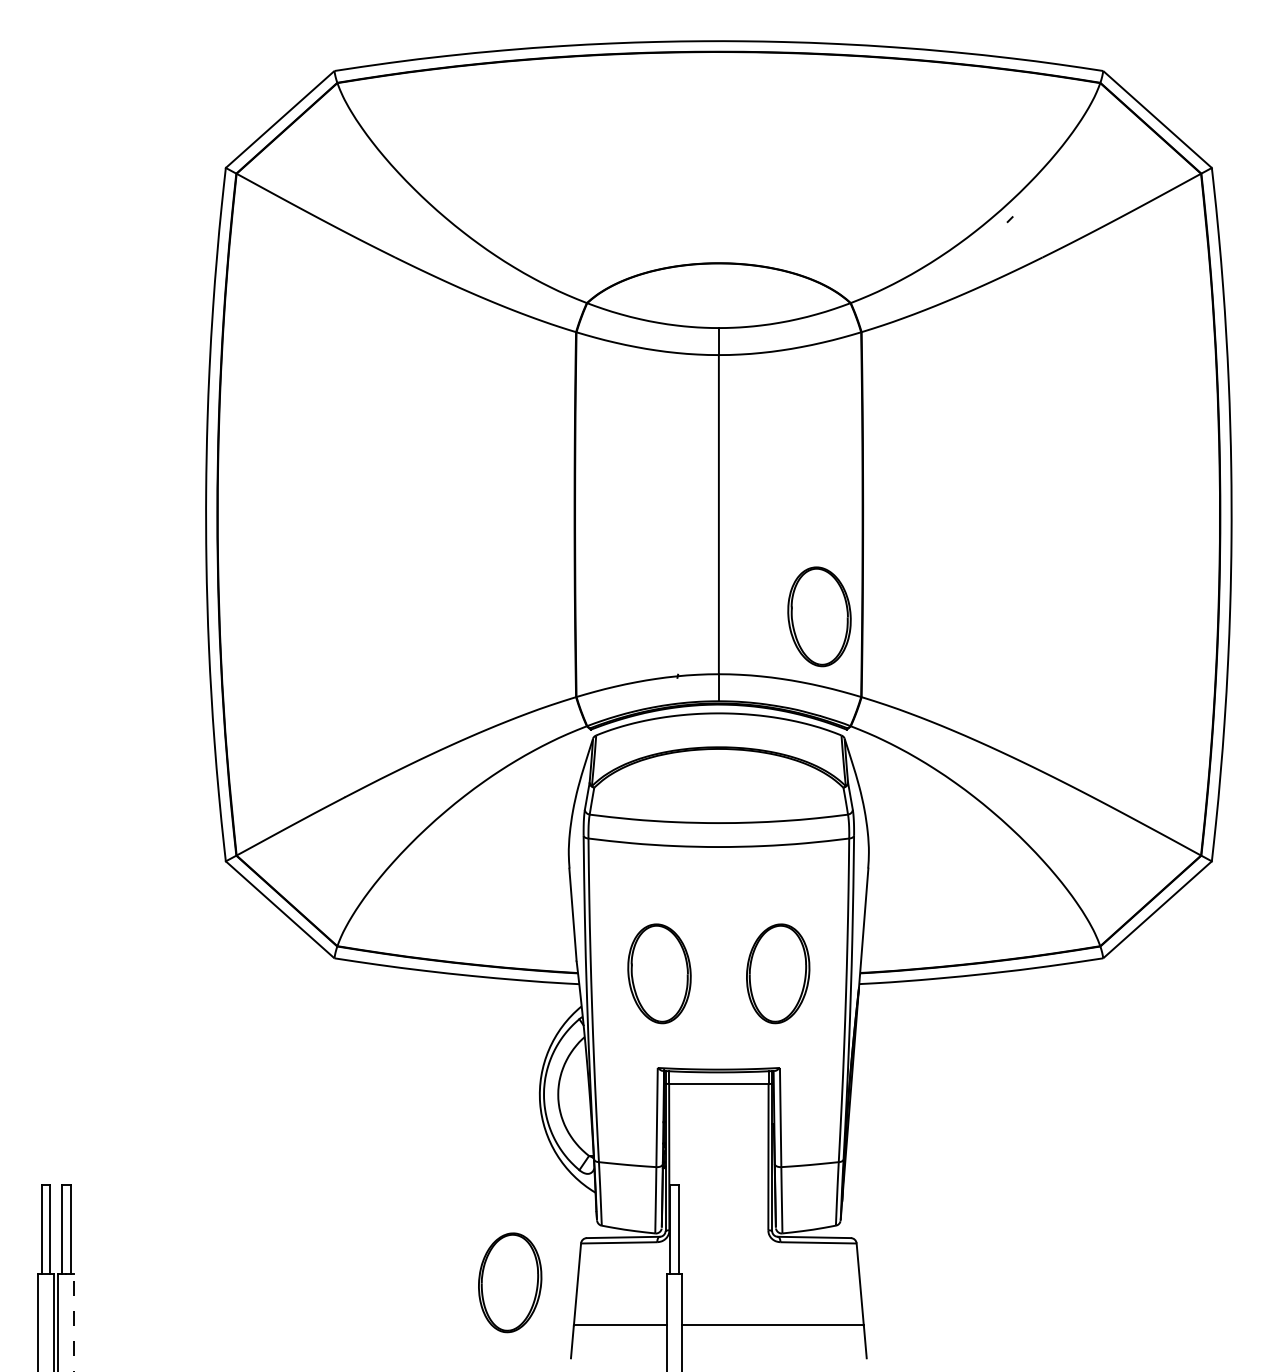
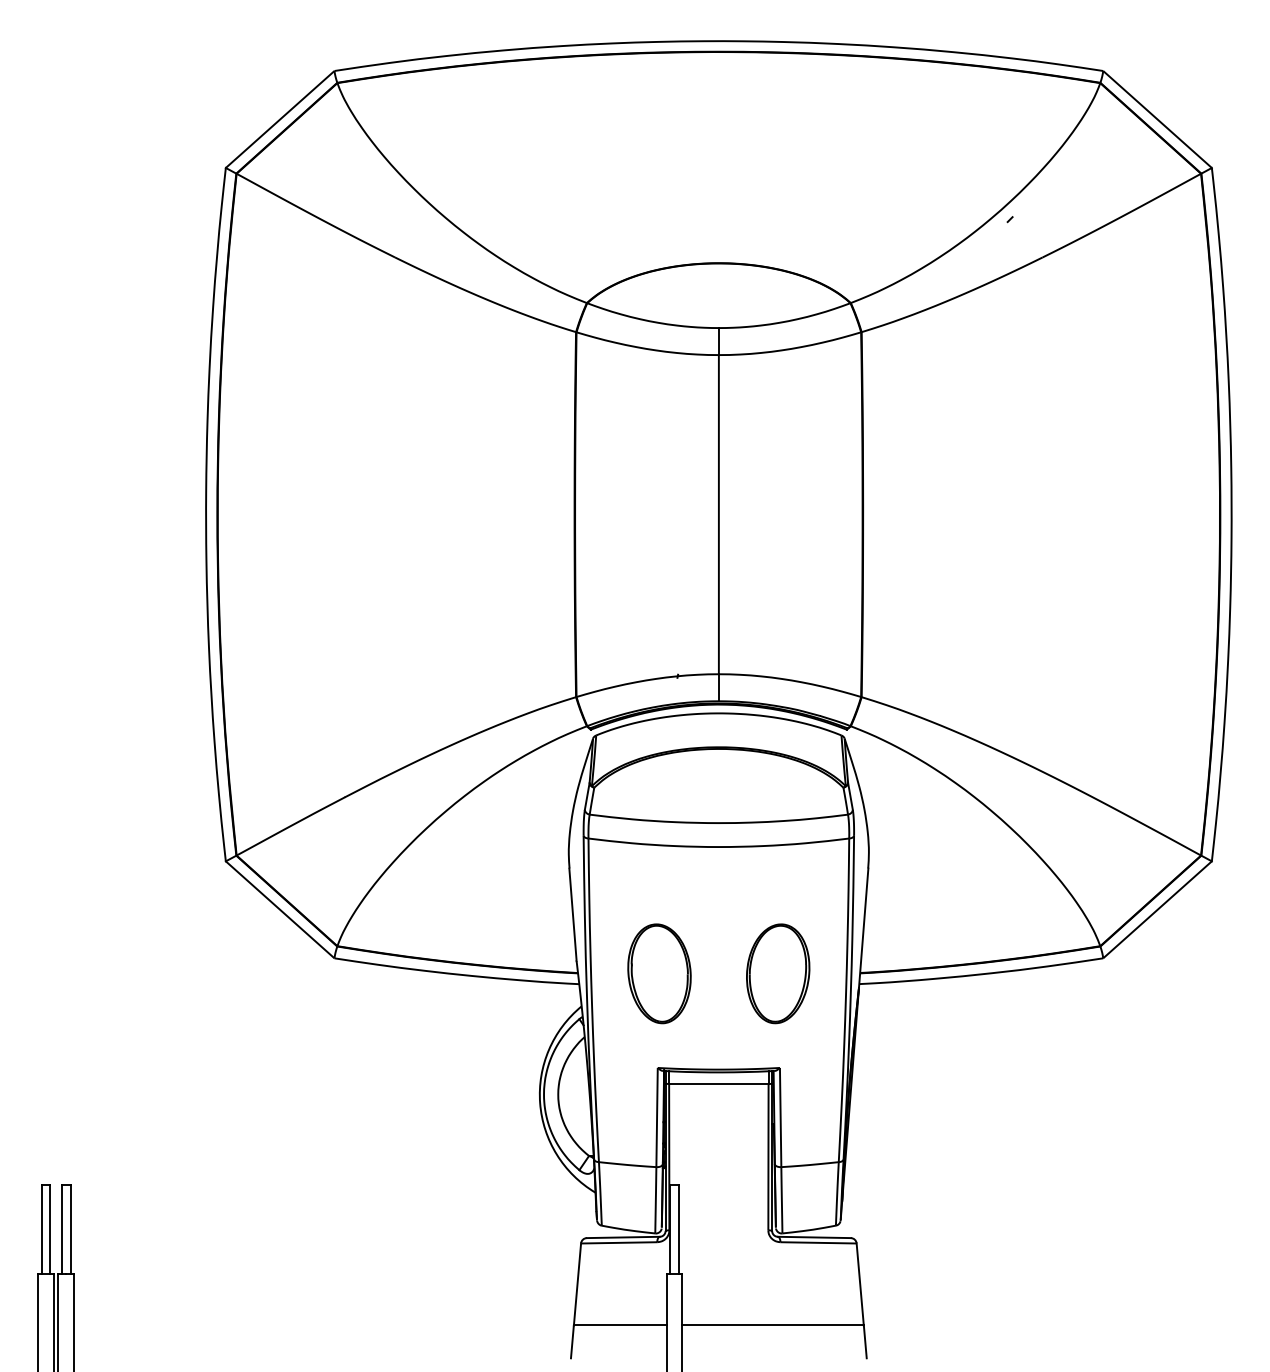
part at (819, 616): present -> none
part at (510, 1282): present -> none
line at (73, 1322): dashed -> solid
